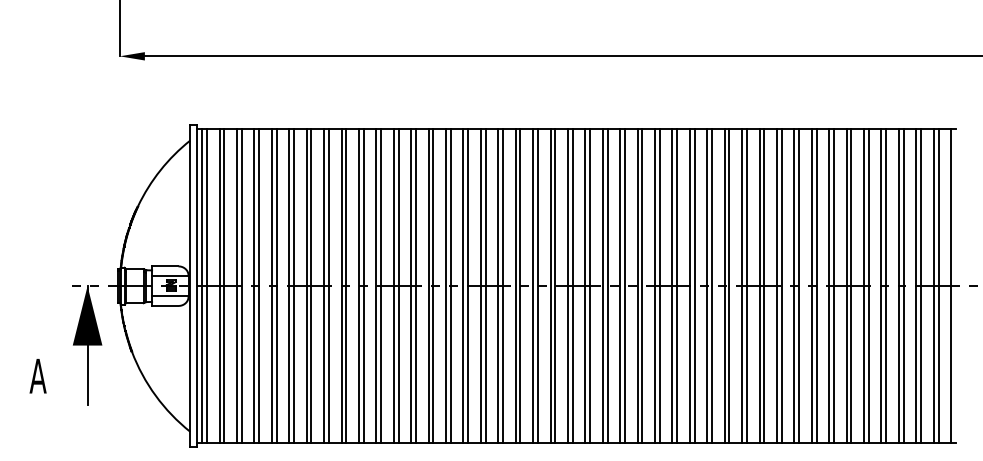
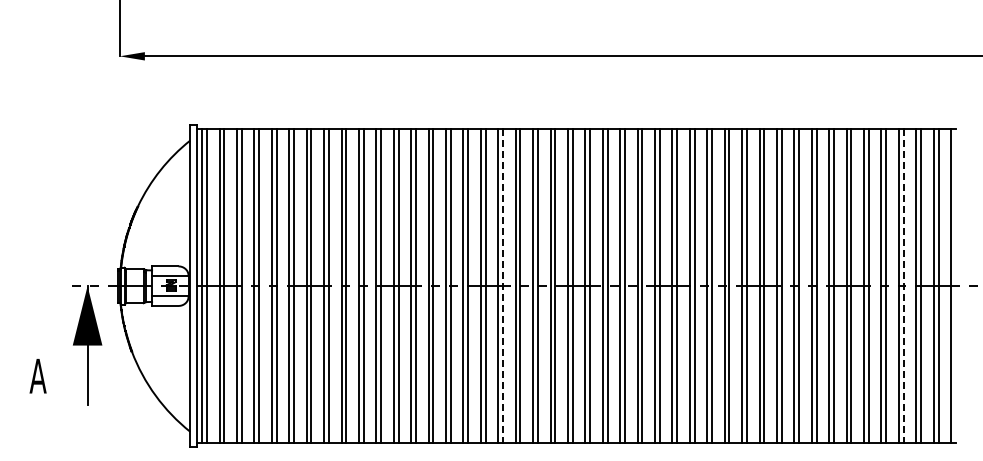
line at (503, 286): solid -> dashed
line at (903, 286): solid -> dashed
